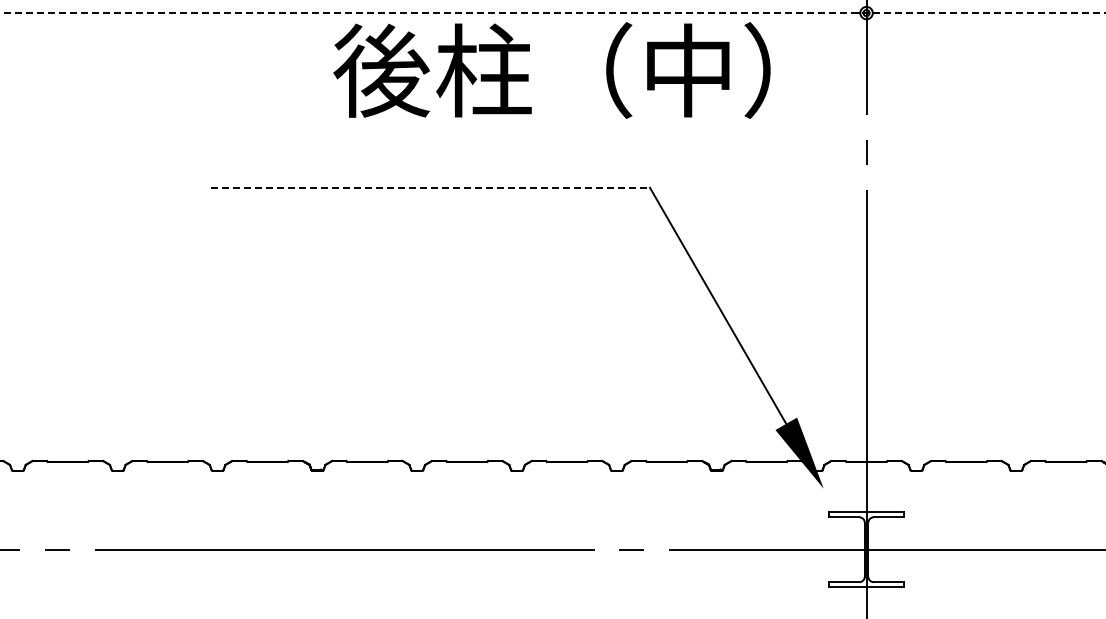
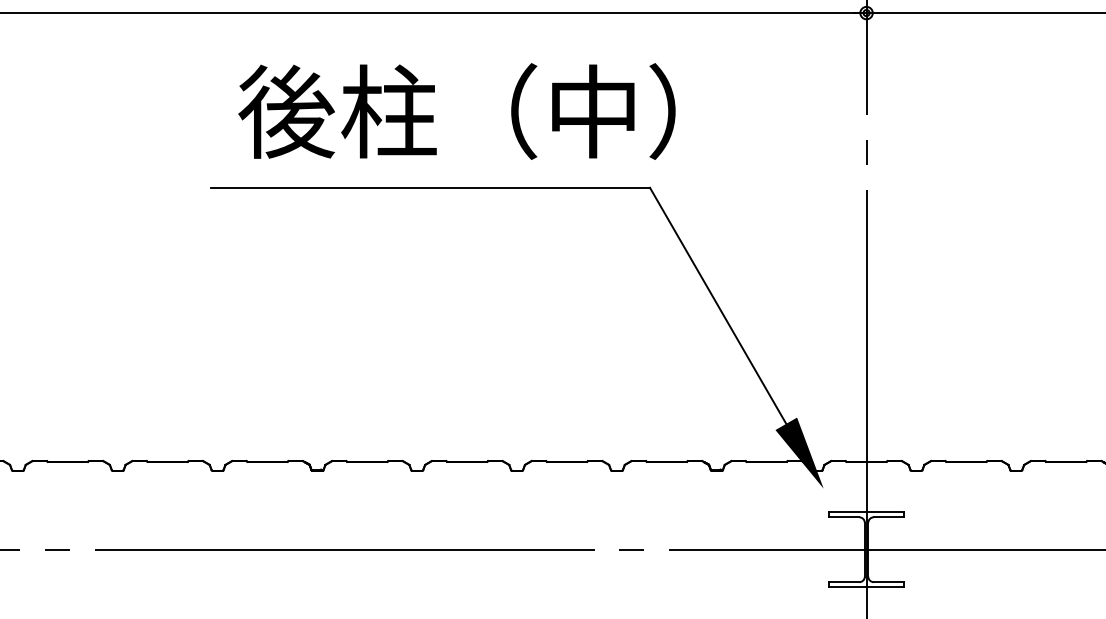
line at (553, 13): dashed -> solid
text at (551, 70) position: (551, 70) -> (456, 111)
line at (430, 187): dashed -> solid
